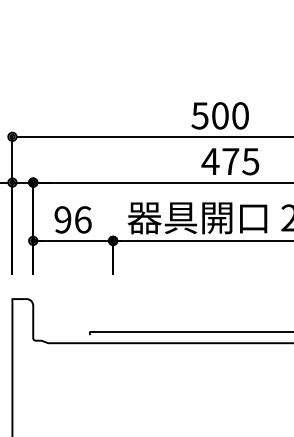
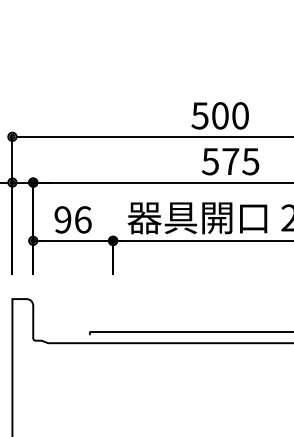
text at (210, 161): 475 -> 575
